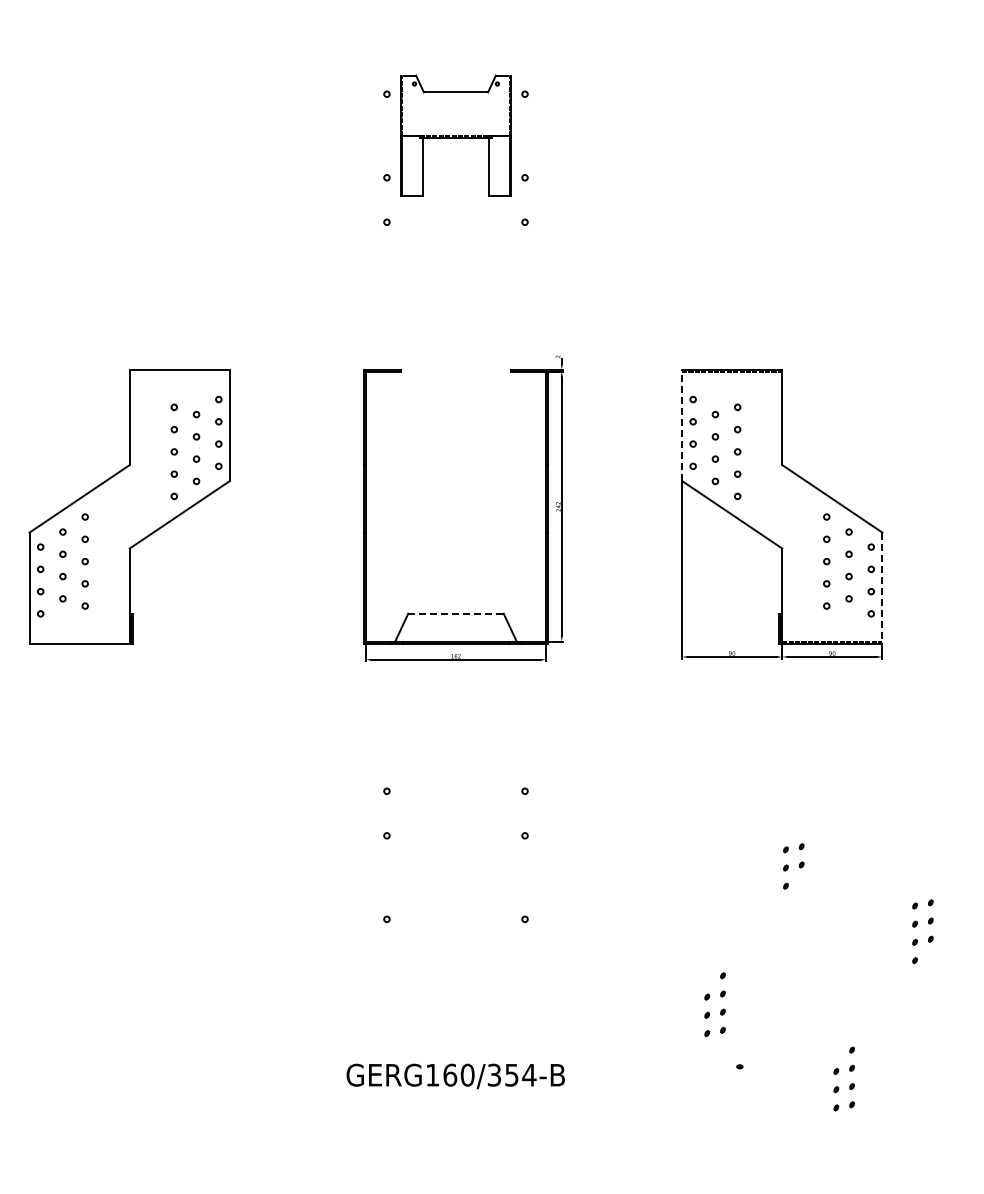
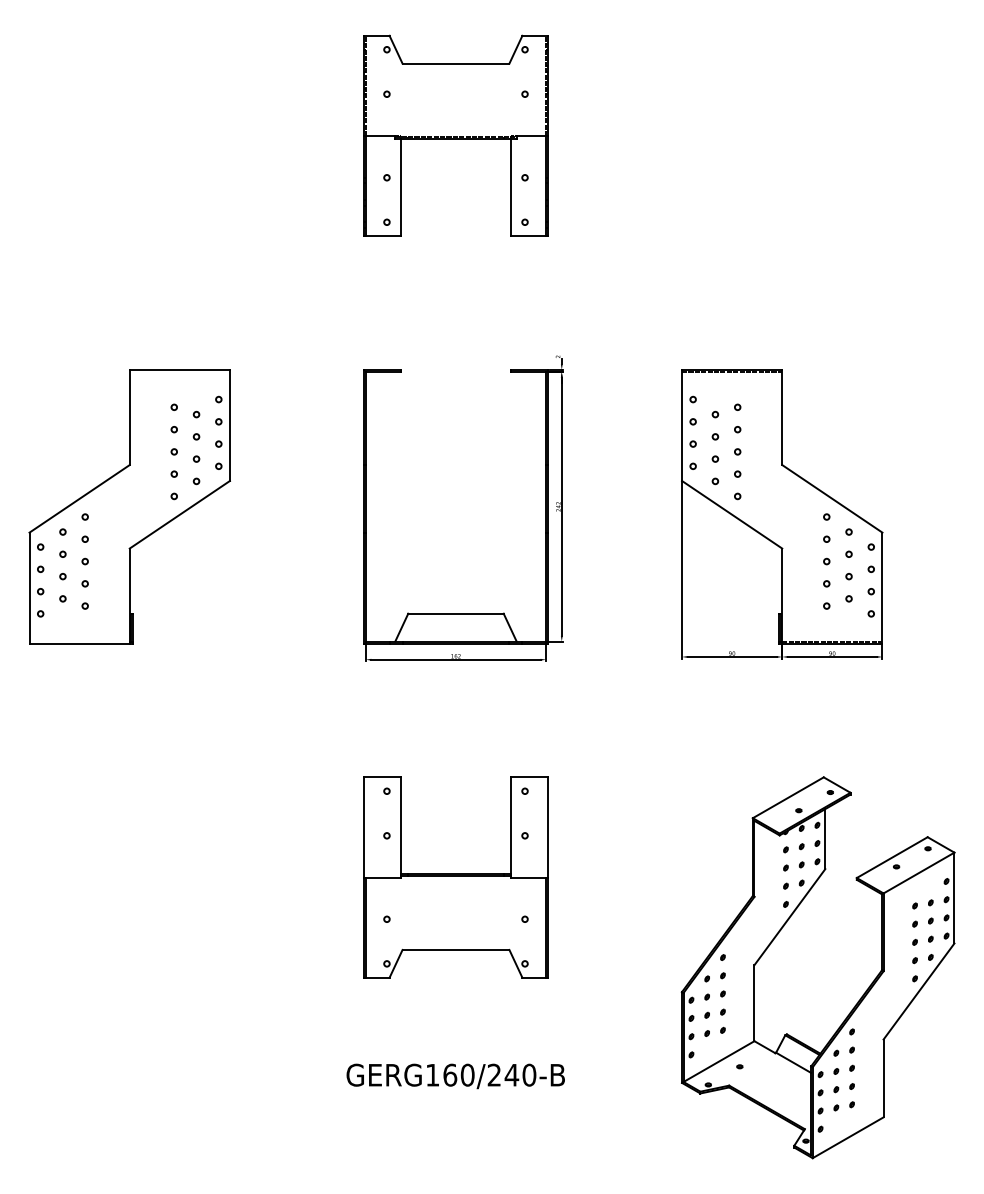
part at (455, 135) size: 112x123 px -> 186x203 px
line at (682, 425): dashed -> solid
line at (882, 588): dashed -> solid
line at (455, 613): dashed -> solid
part at (455, 877): none -> present
part at (776, 937): none -> present
text at (511, 1074): GERG160/354-B -> GERG160/240-B
